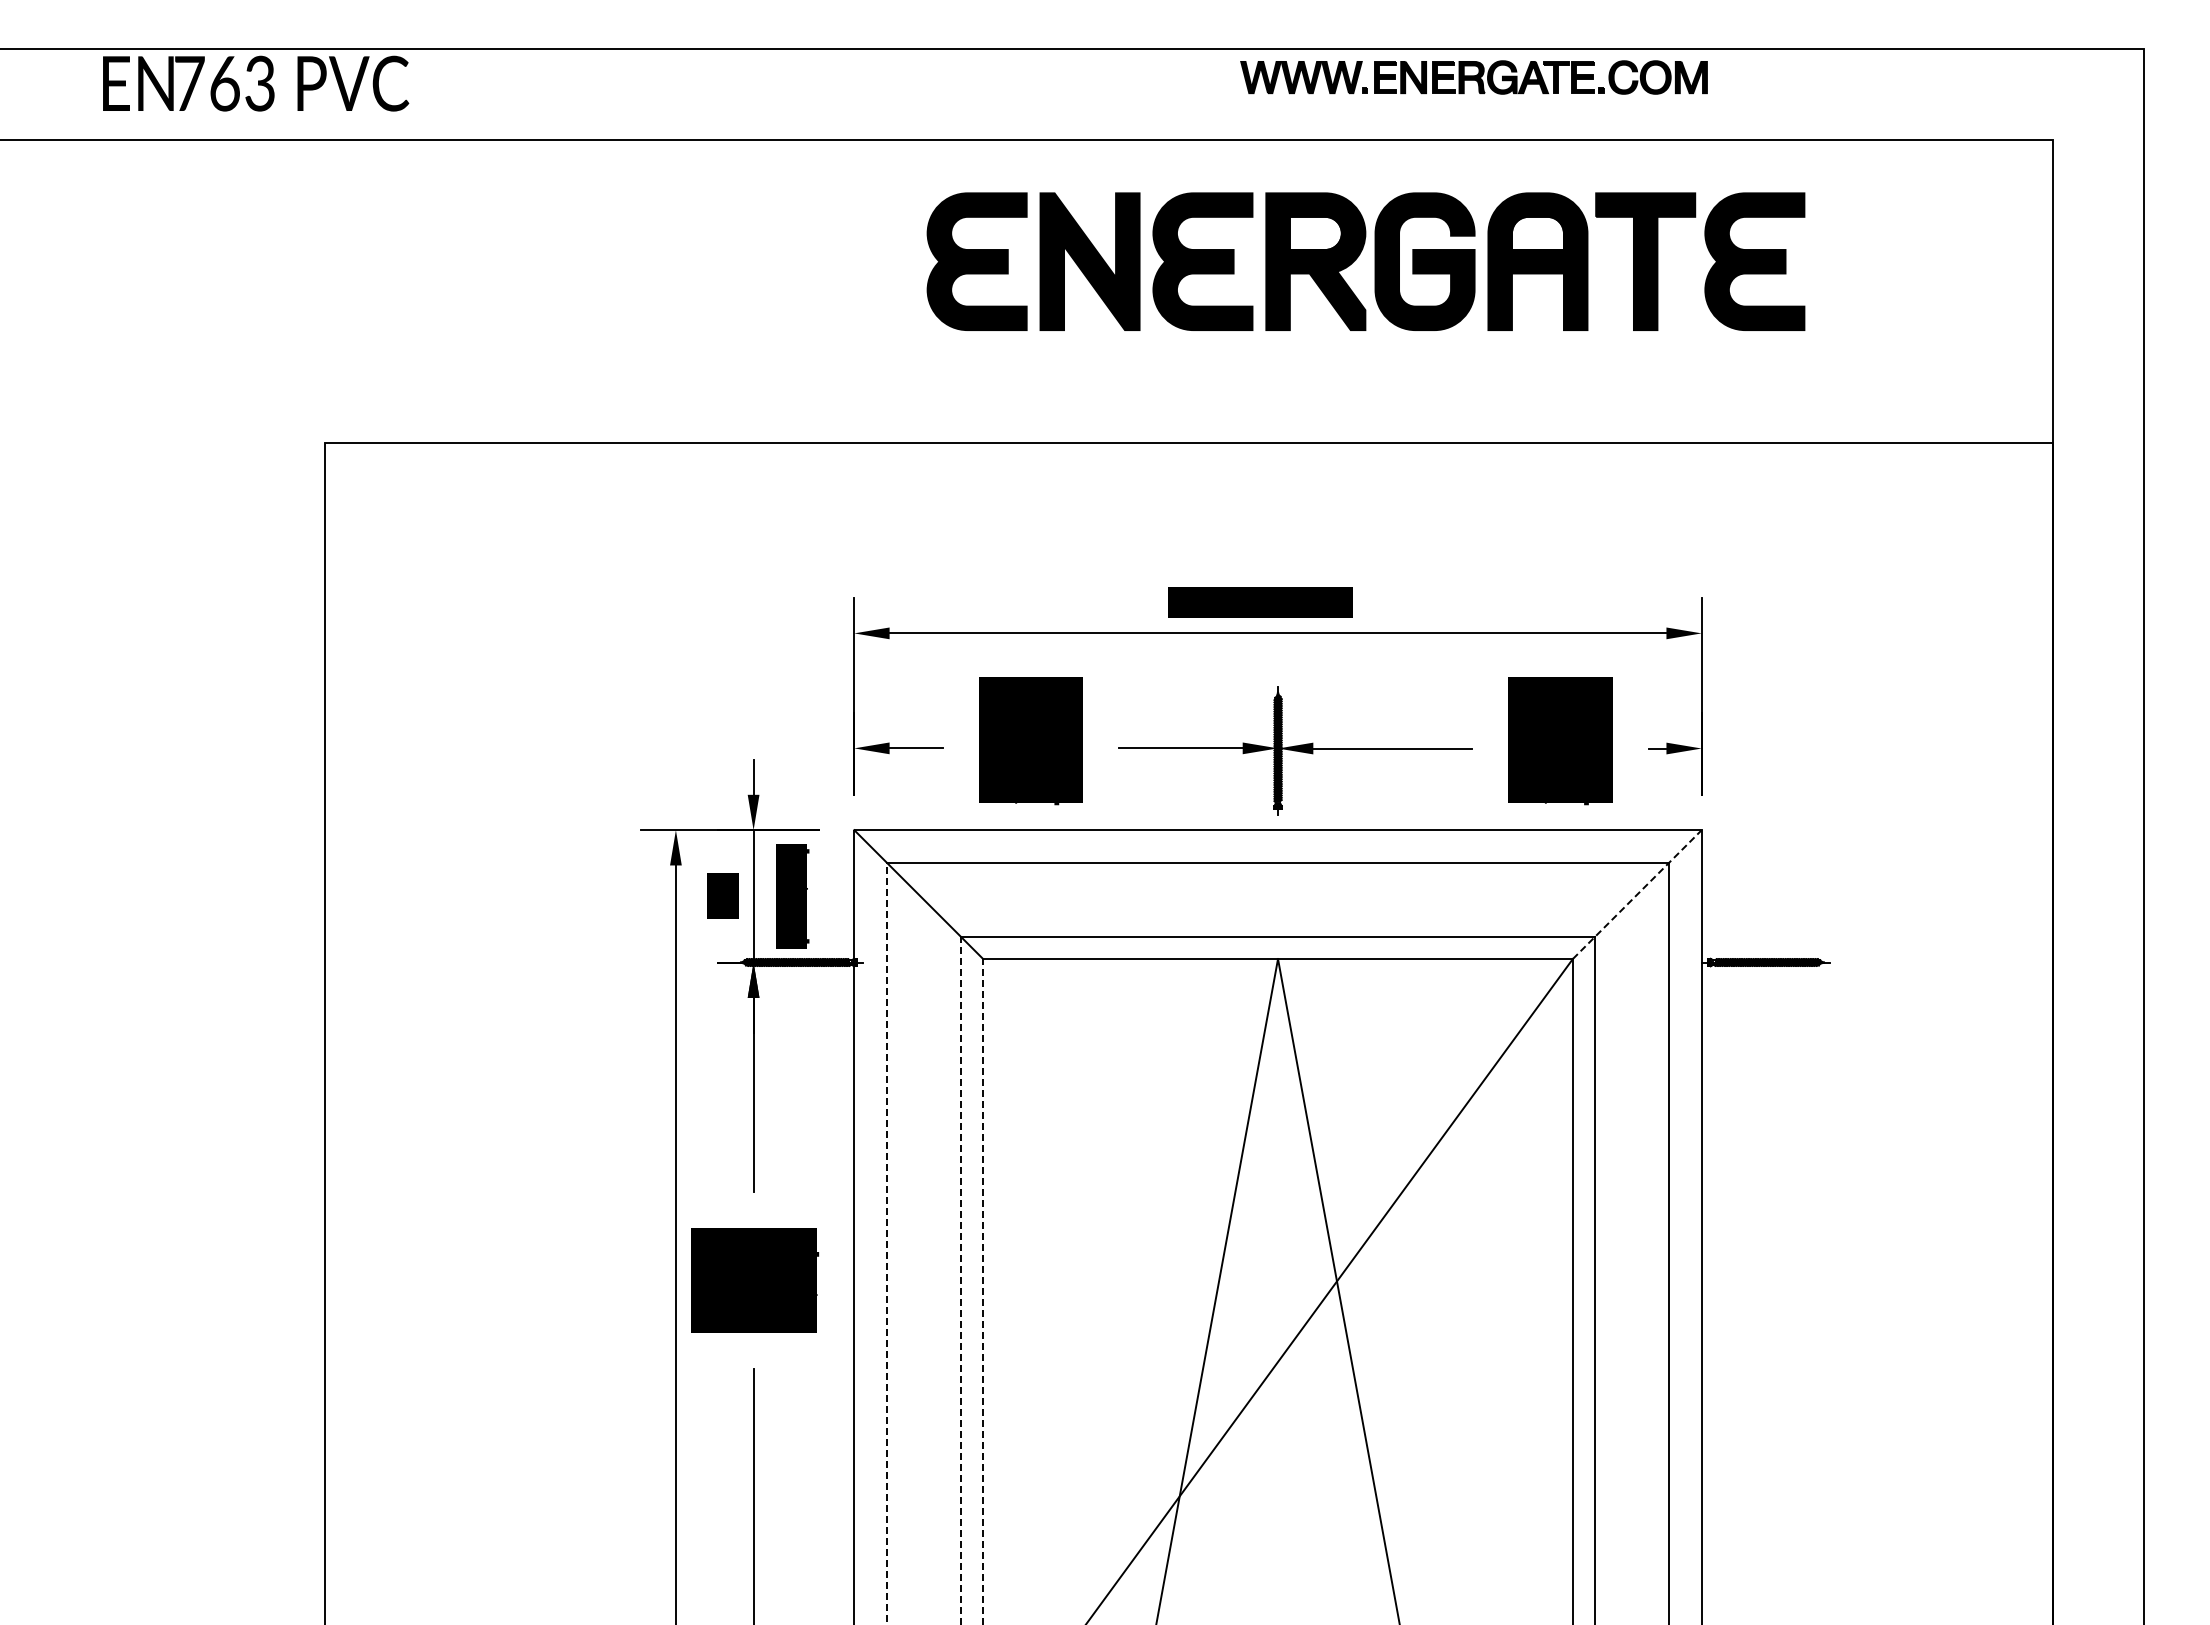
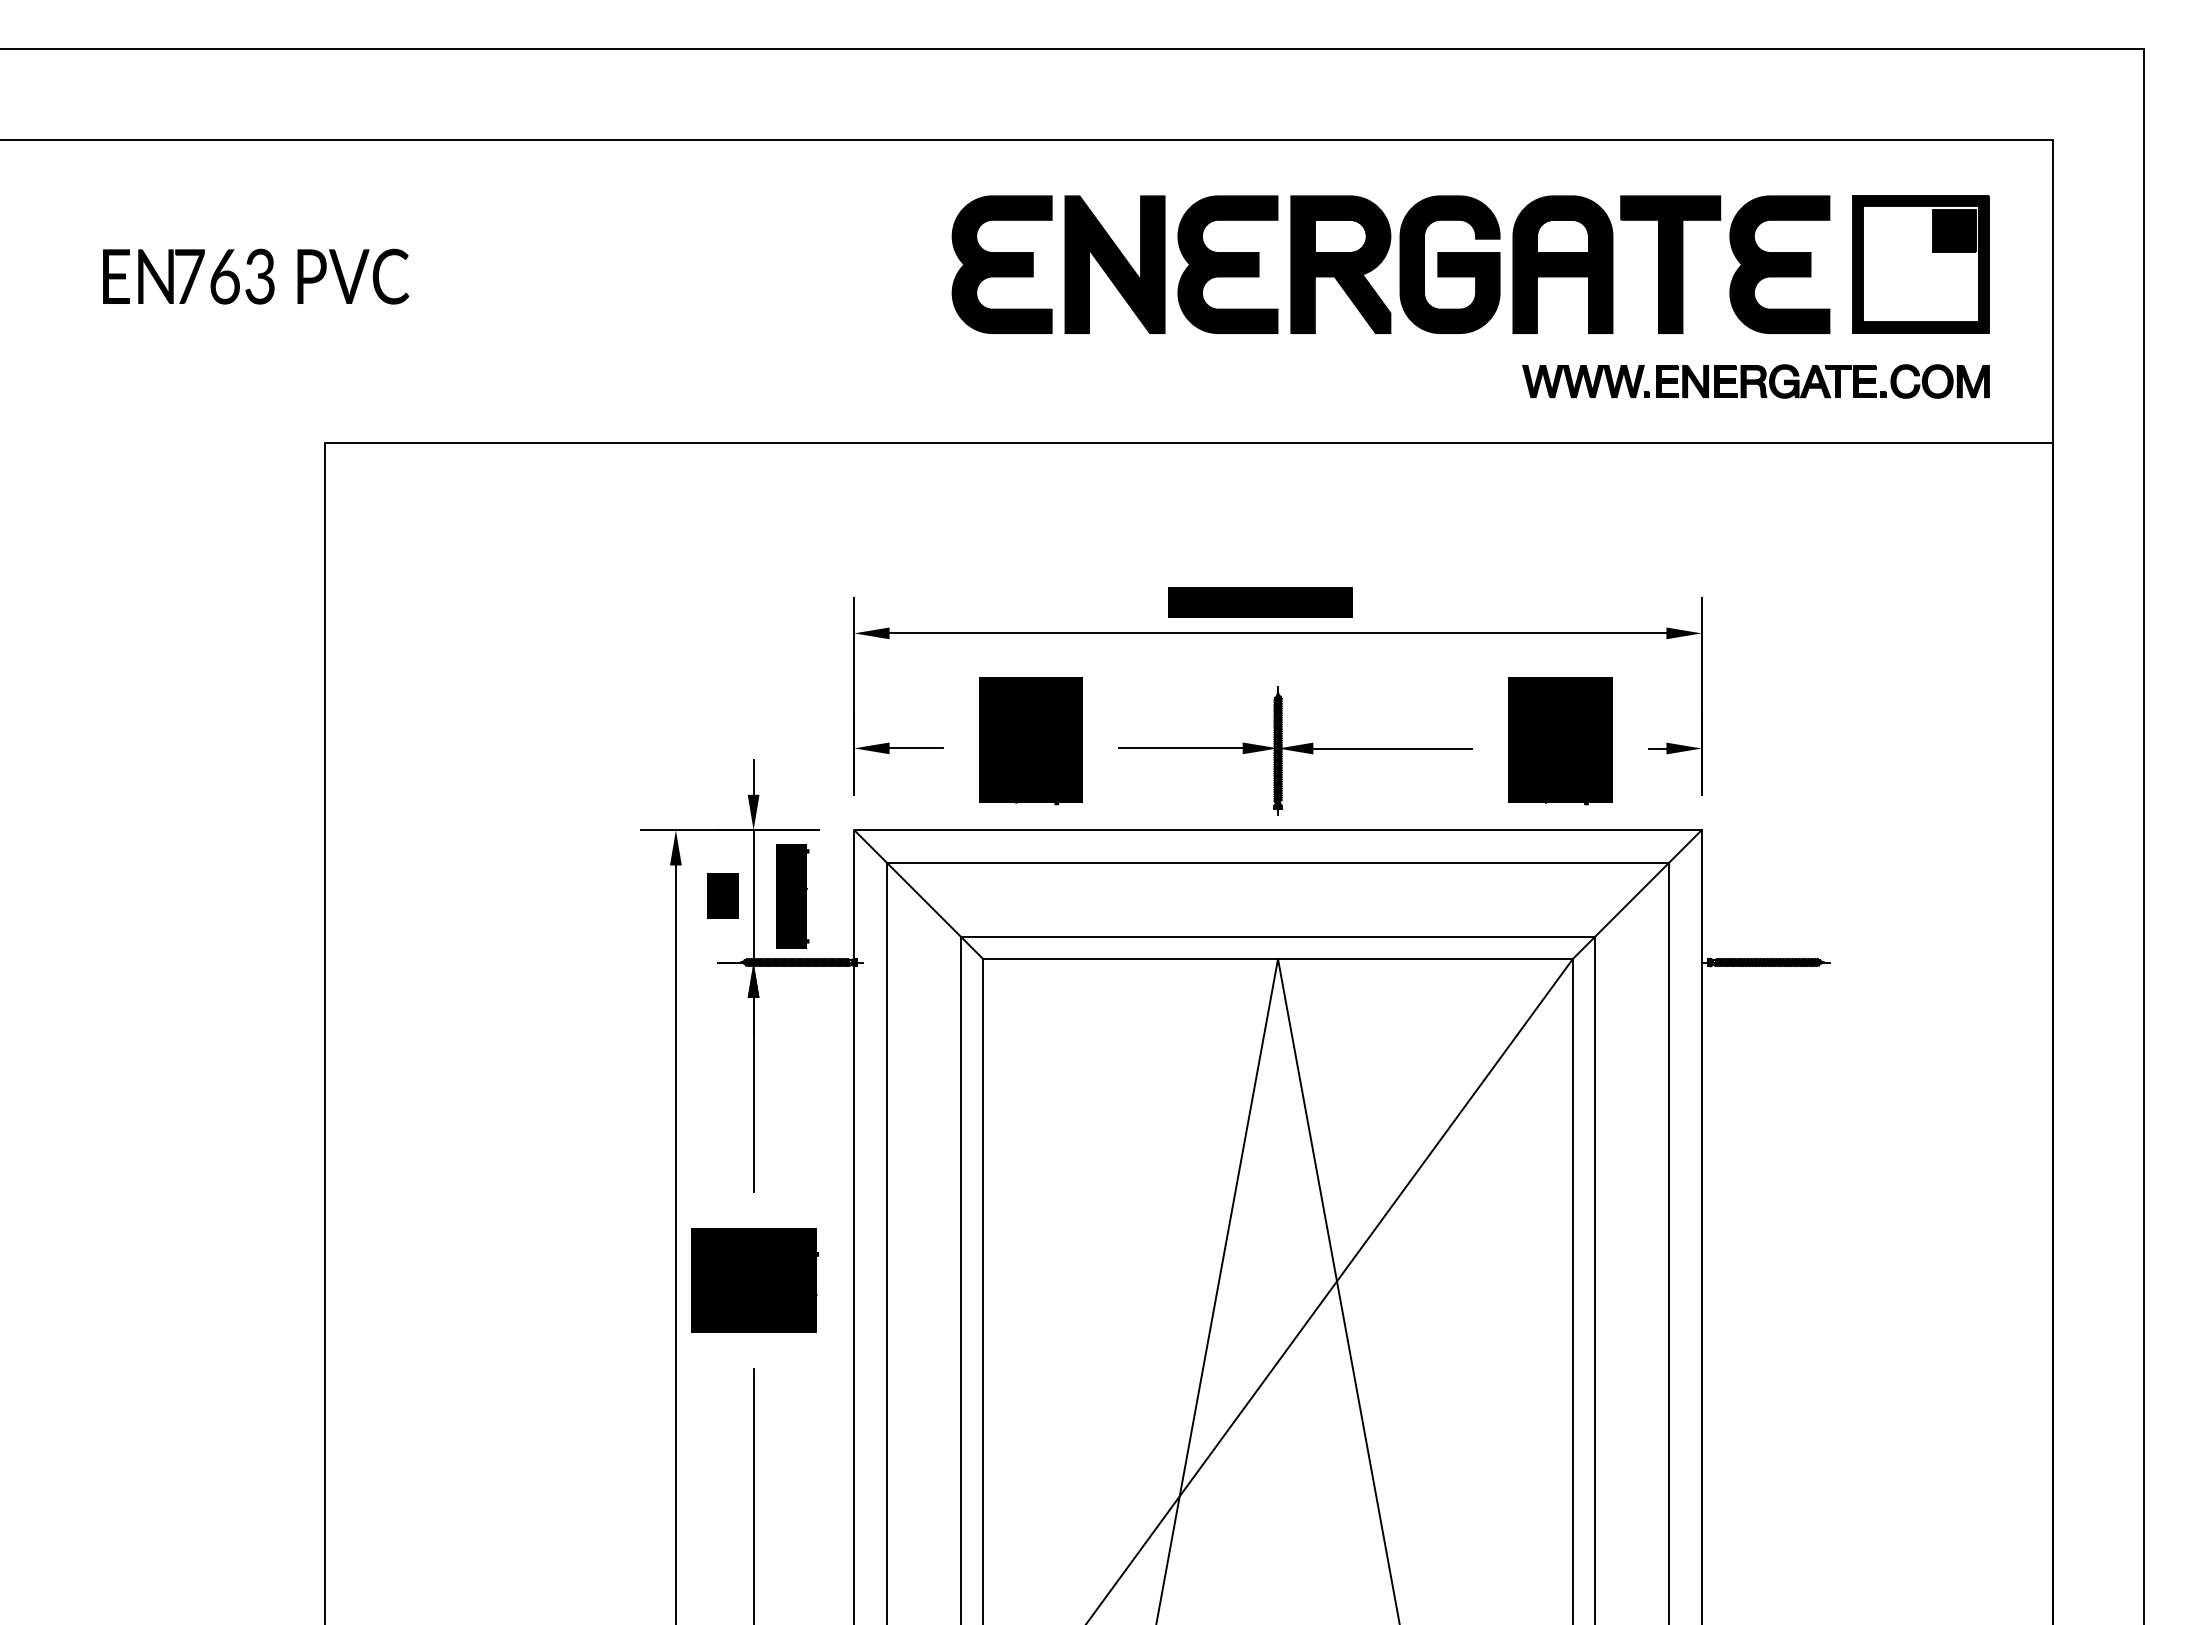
part at (1473, 77) position: (1473, 77) -> (1755, 381)
text at (256, 83) position: (256, 83) -> (256, 276)
part at (1358, 257) position: (1358, 257) -> (1383, 260)
part at (1920, 264): none -> present
line at (1637, 894): dashed -> solid
line at (886, 1243): dashed -> solid
line at (961, 1280): dashed -> solid
line at (983, 1291): dashed -> solid
